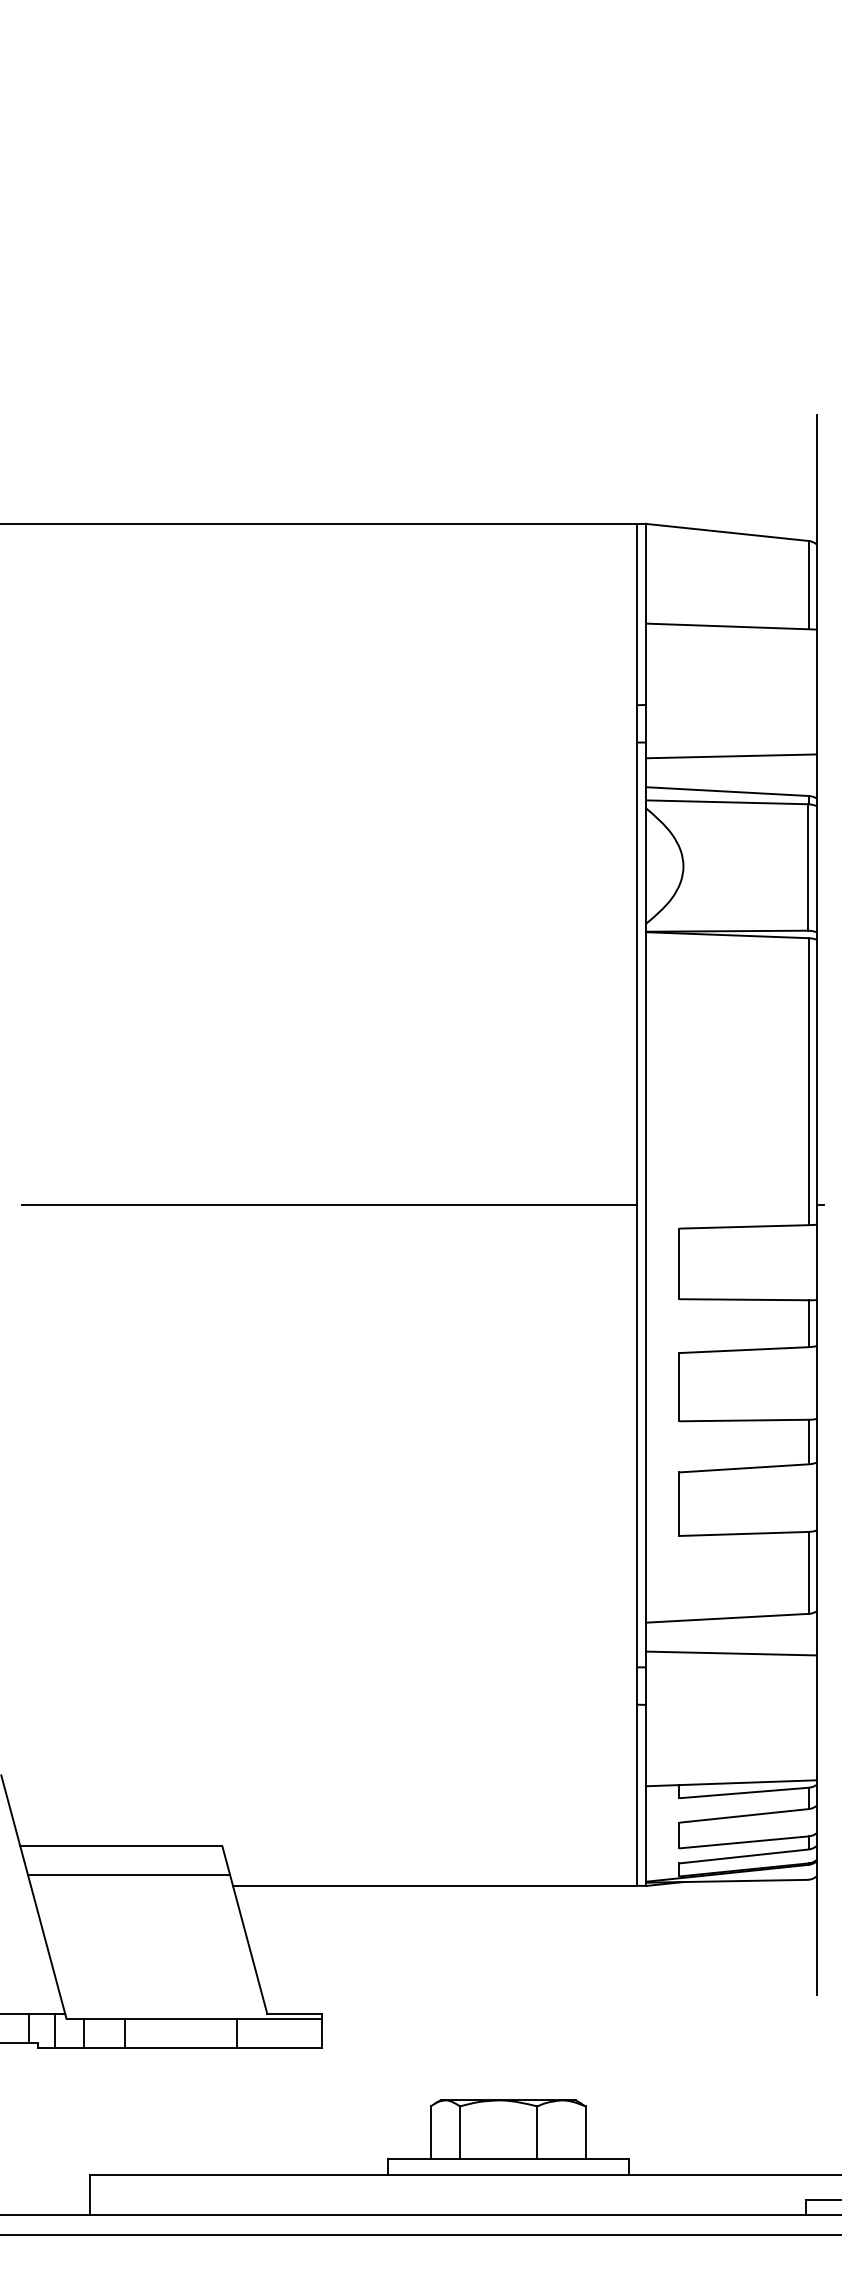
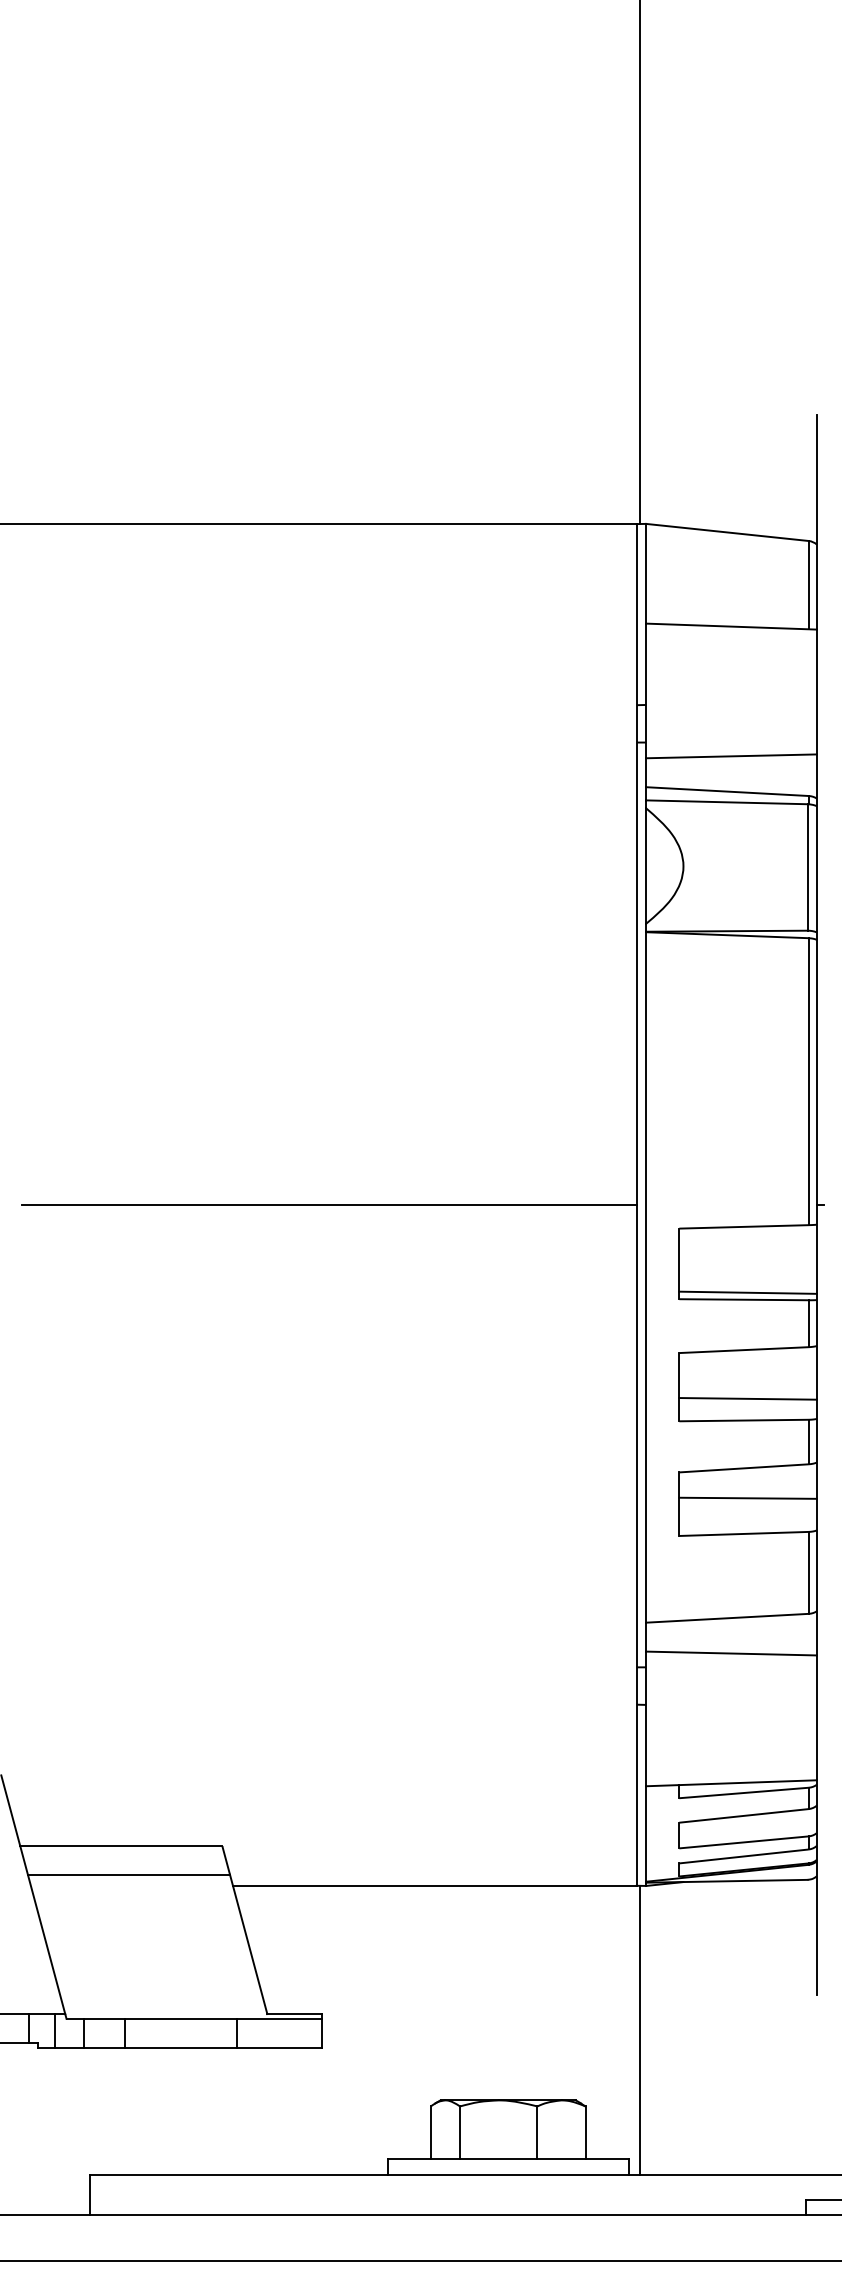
line at (640, 263): none -> present
line at (747, 1292): none -> present
line at (747, 1398): none -> present
line at (747, 1497): none -> present
line at (640, 2029): none -> present
line at (420, 2234) position: (420, 2234) -> (420, 2260)
